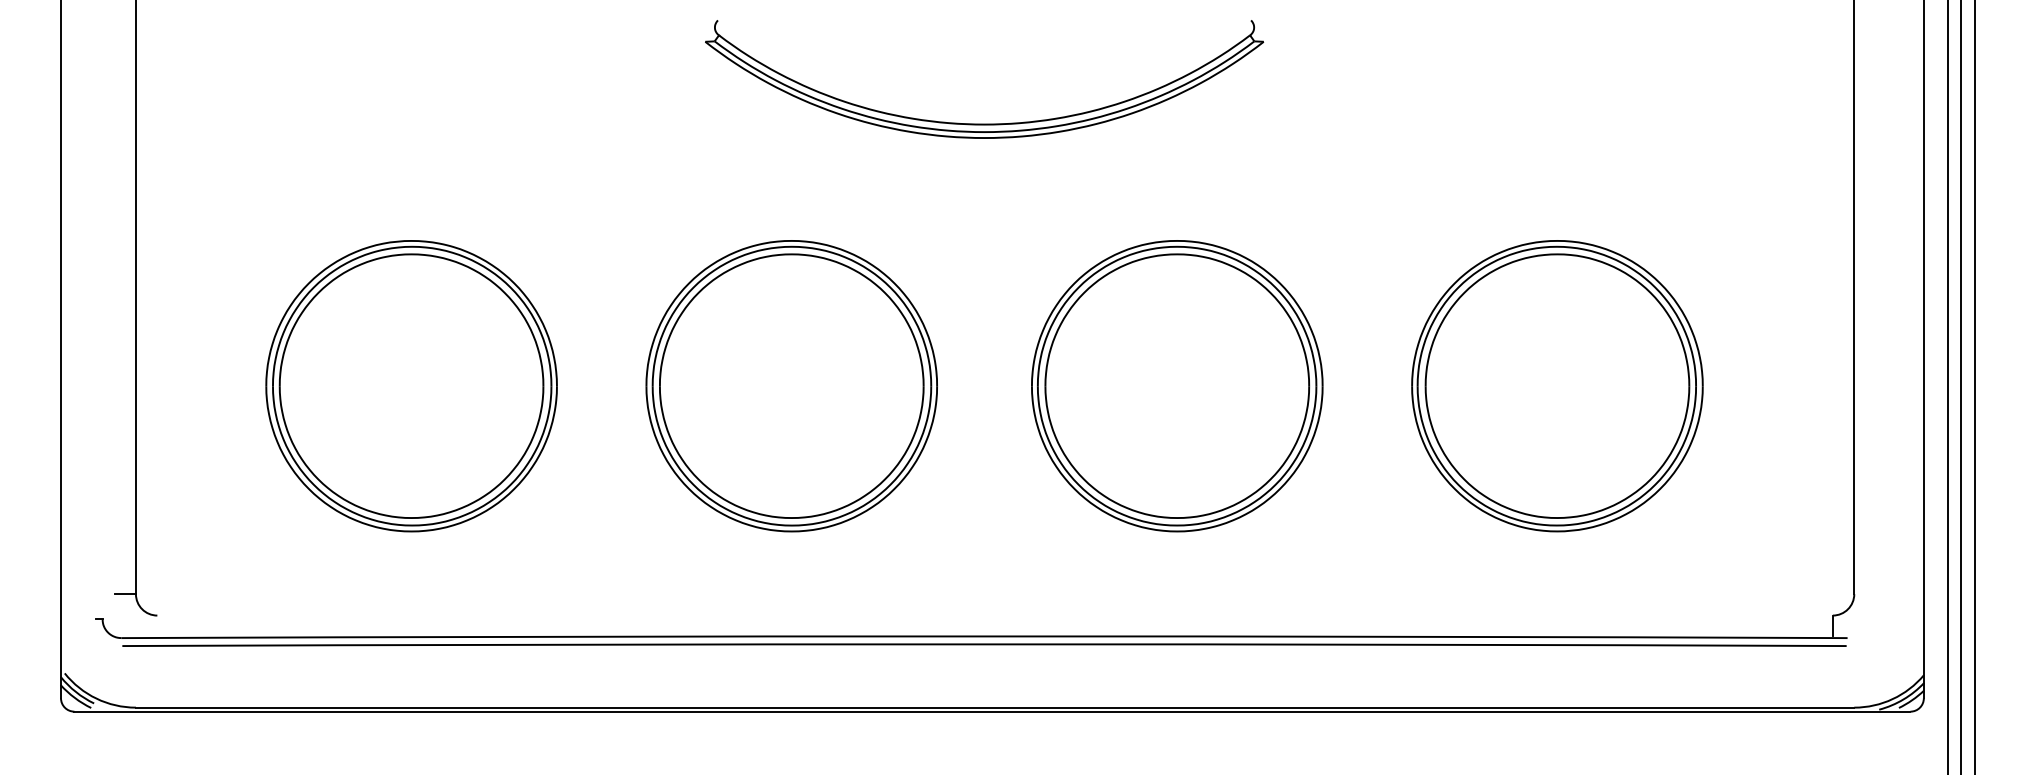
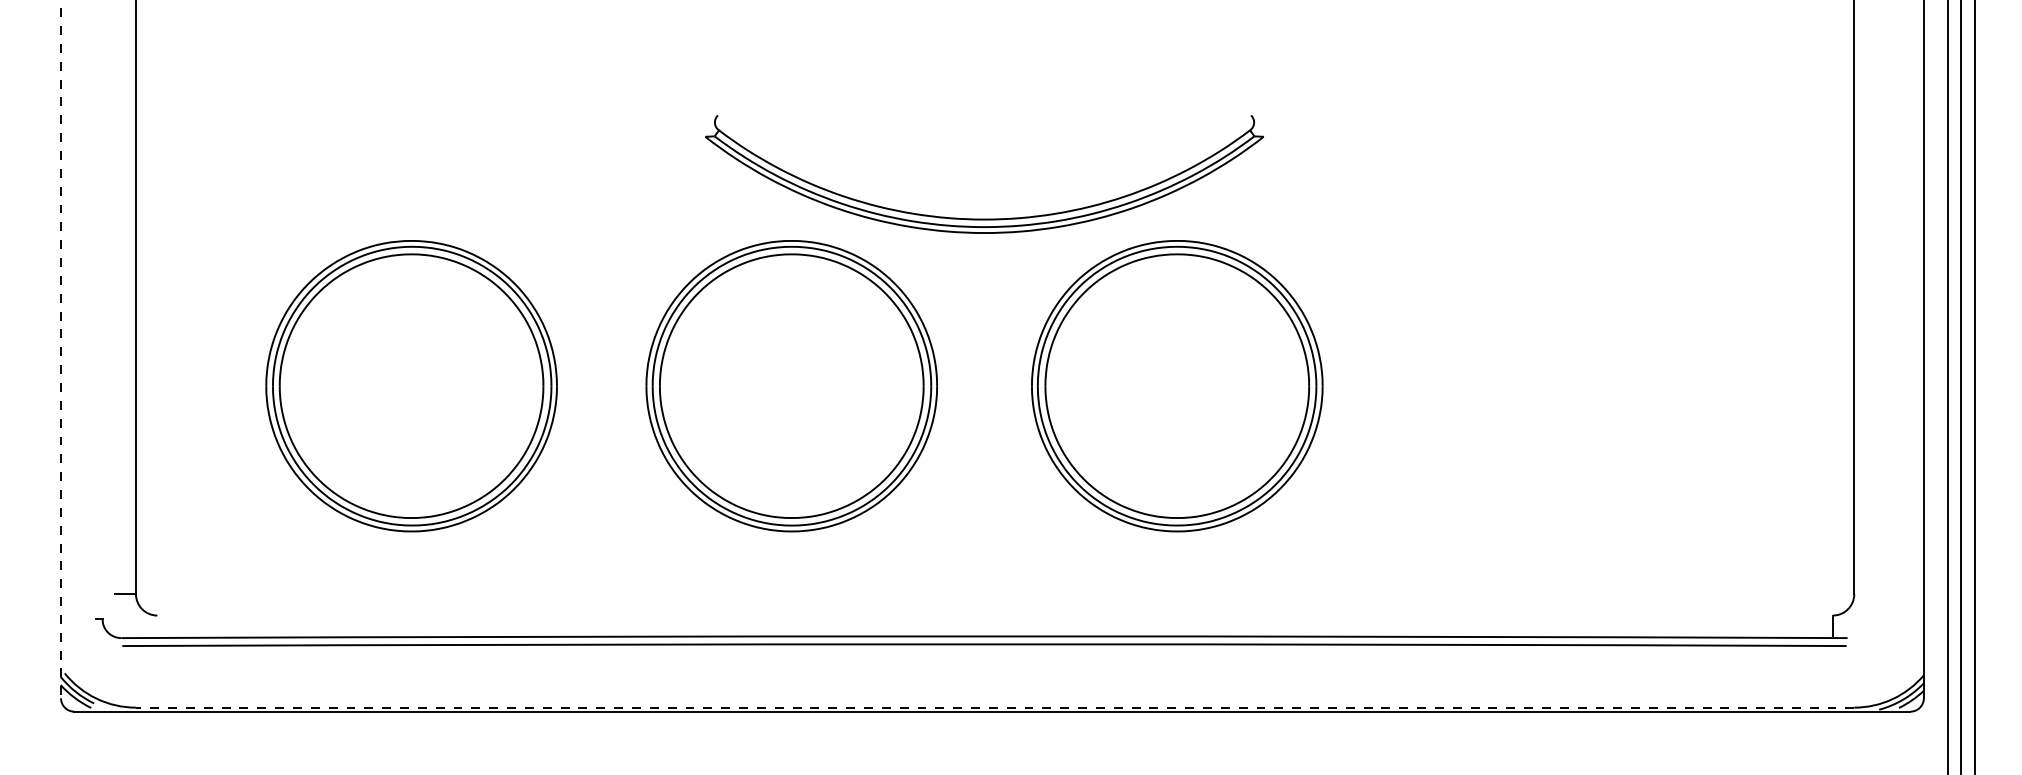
part at (984, 123) position: (984, 123) -> (984, 218)
line at (61, 349): solid -> dashed
part at (1557, 386): present -> none
line at (994, 707): solid -> dashed
